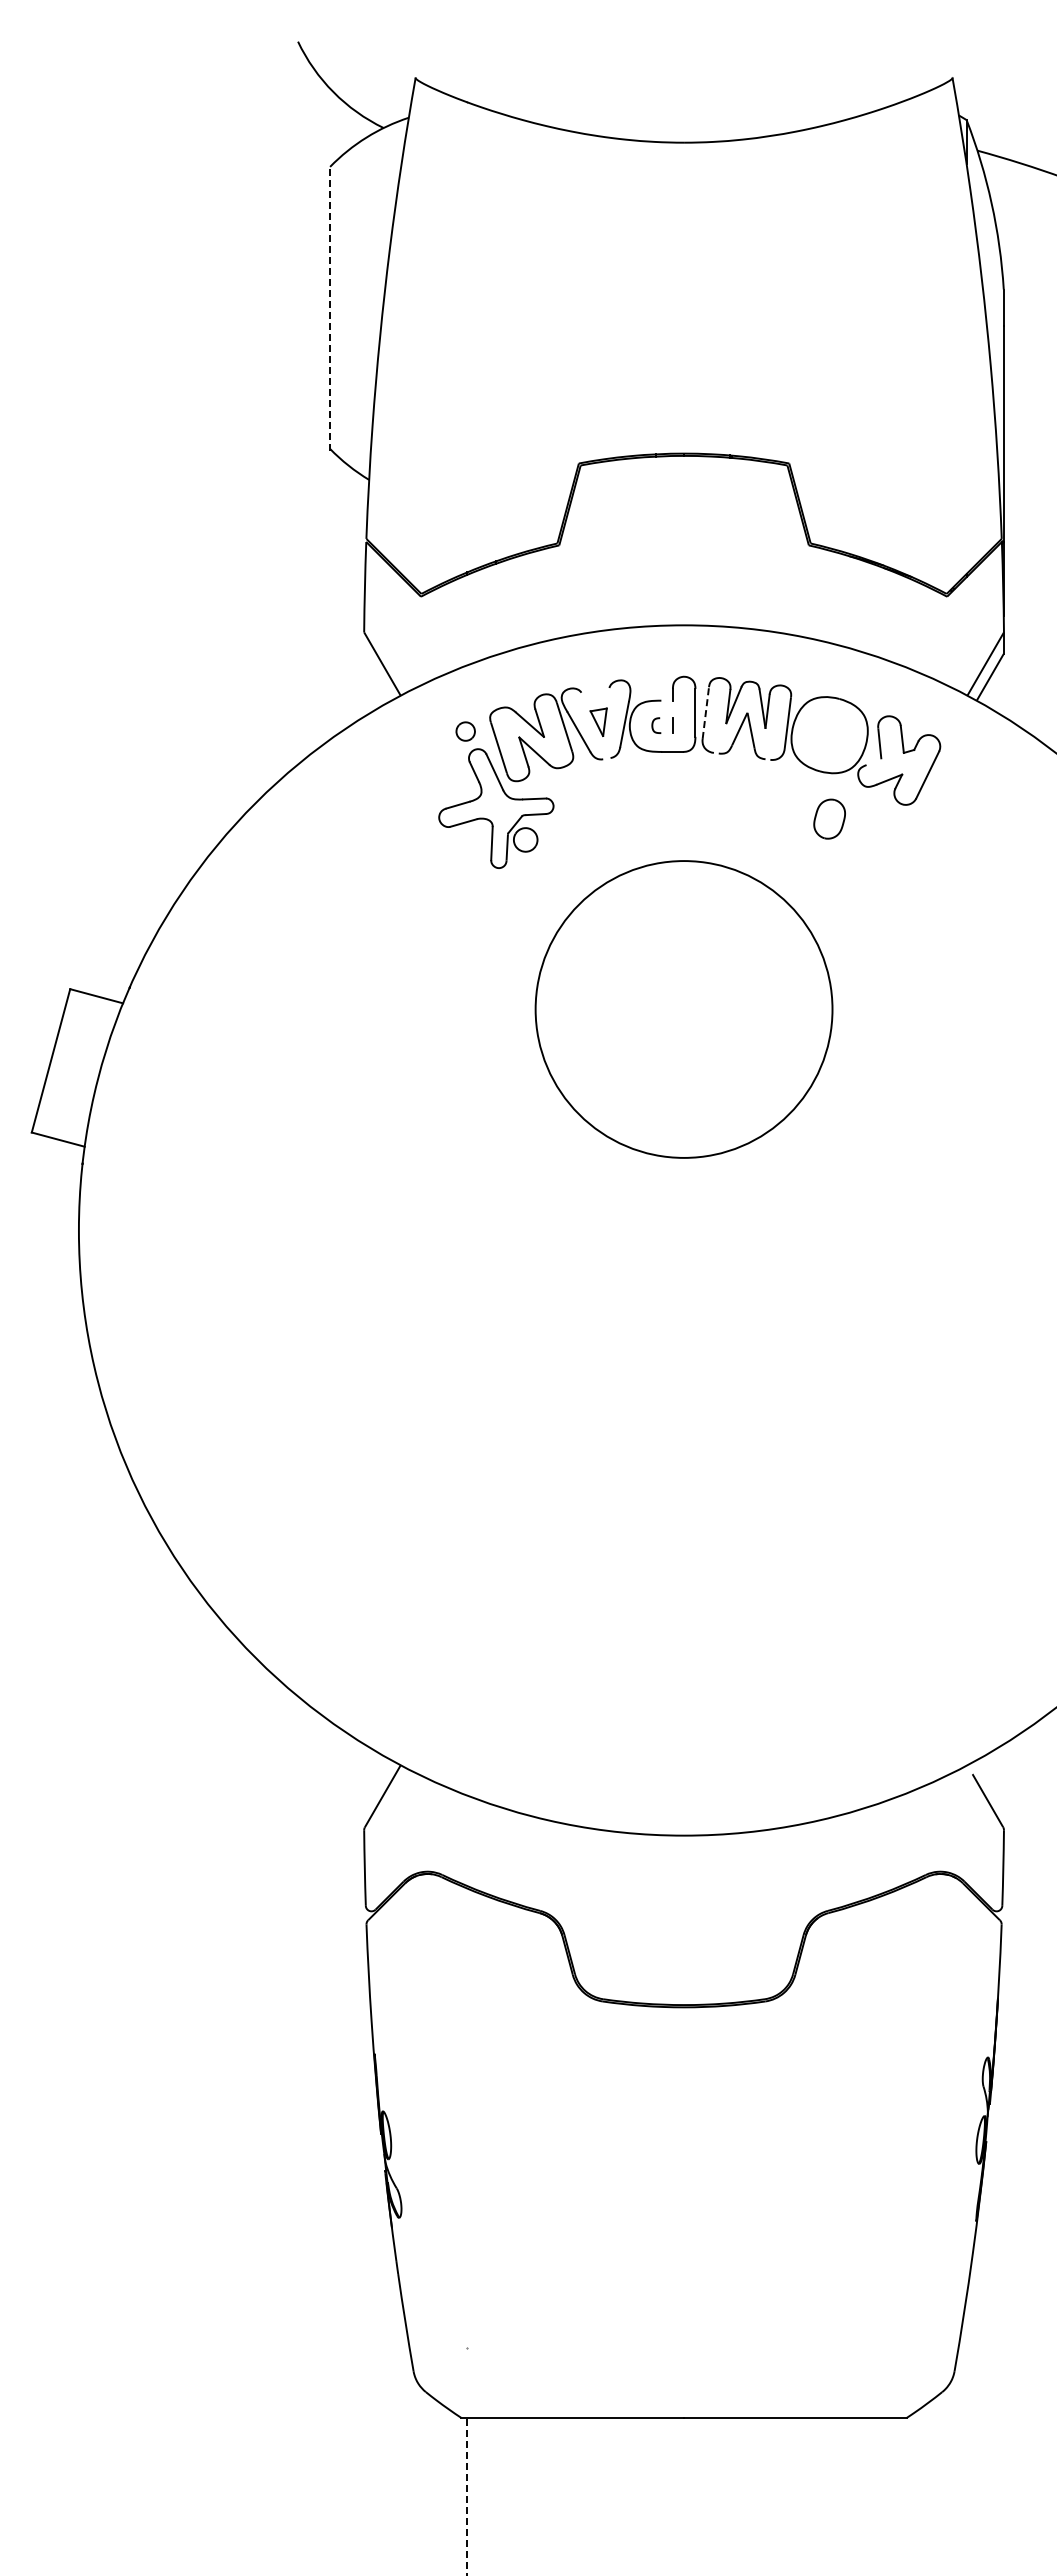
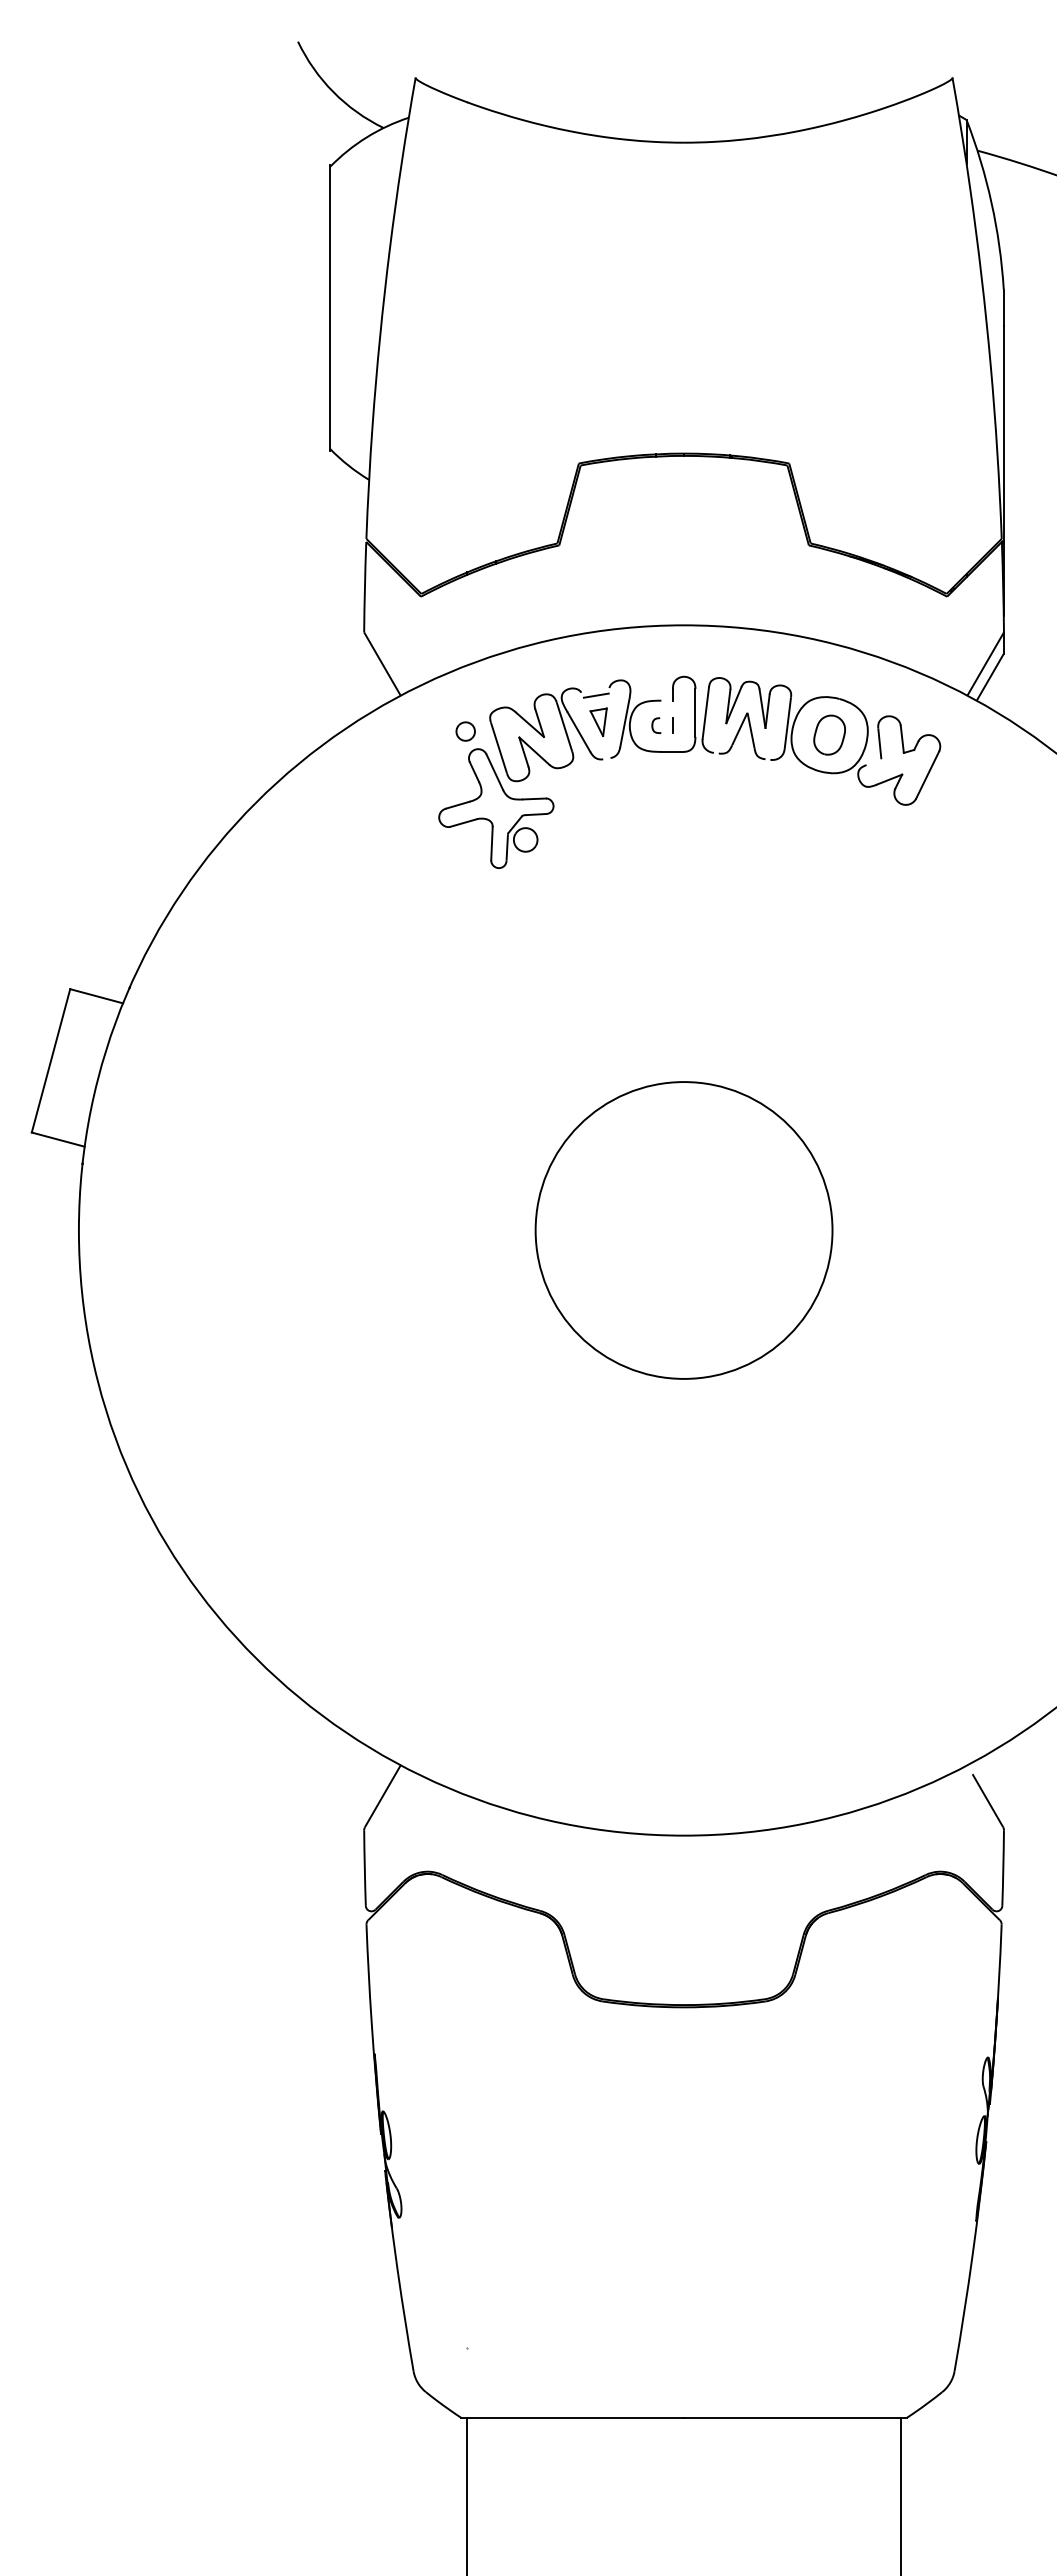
line at (330, 307): dashed -> solid
line at (595, 695): none -> present
line at (705, 712): dashed -> solid
part at (829, 818) position: (829, 818) -> (829, 734)
circle at (683, 1009) position: (683, 1009) -> (683, 1230)
line at (901, 2494): none -> present
line at (467, 2496): dashed -> solid
